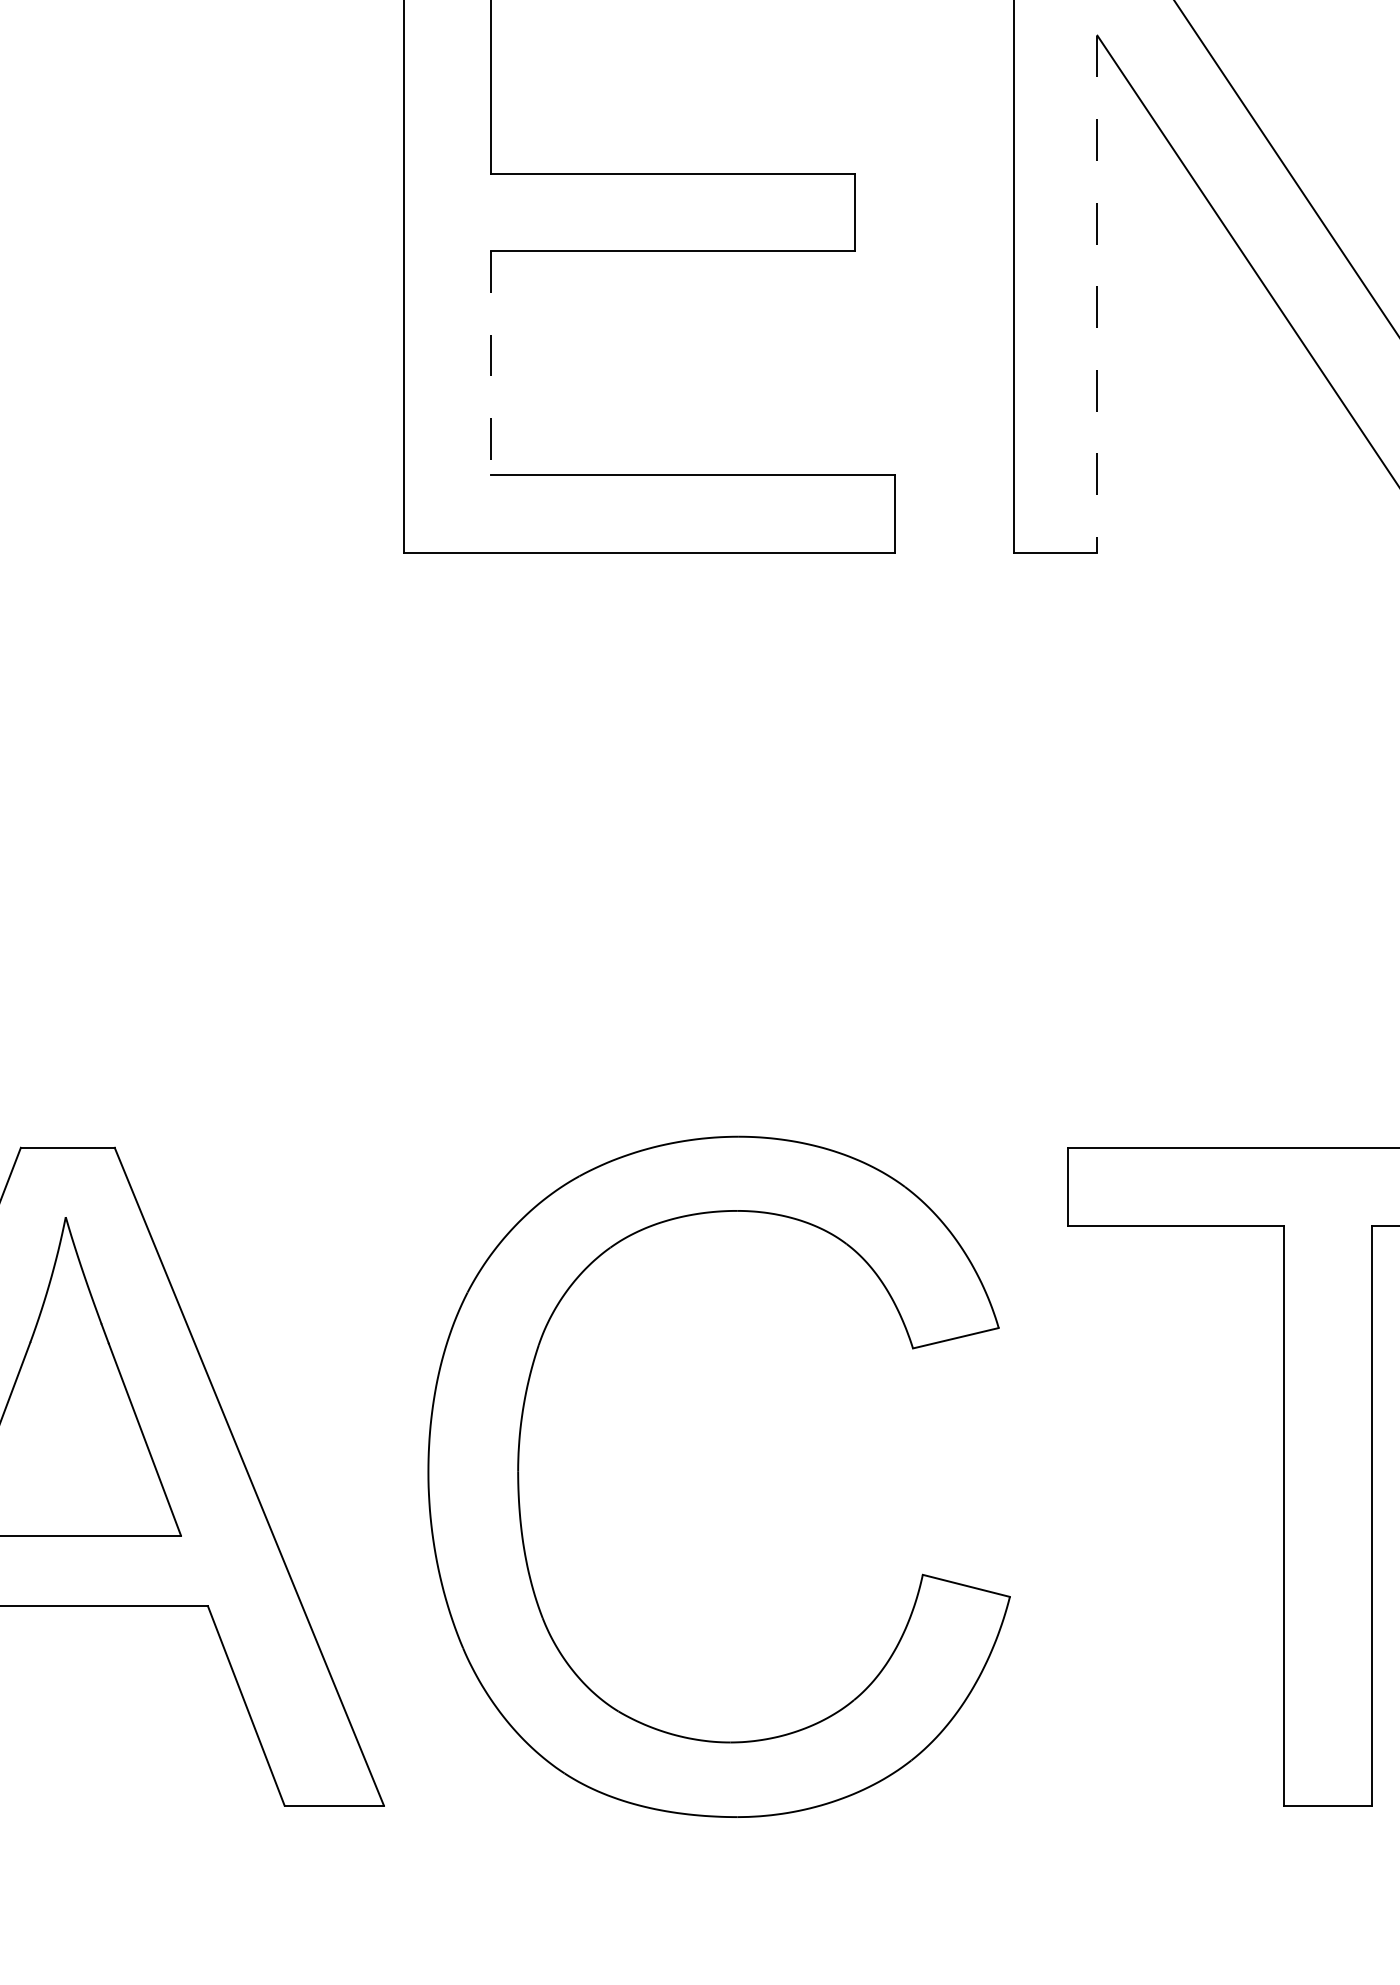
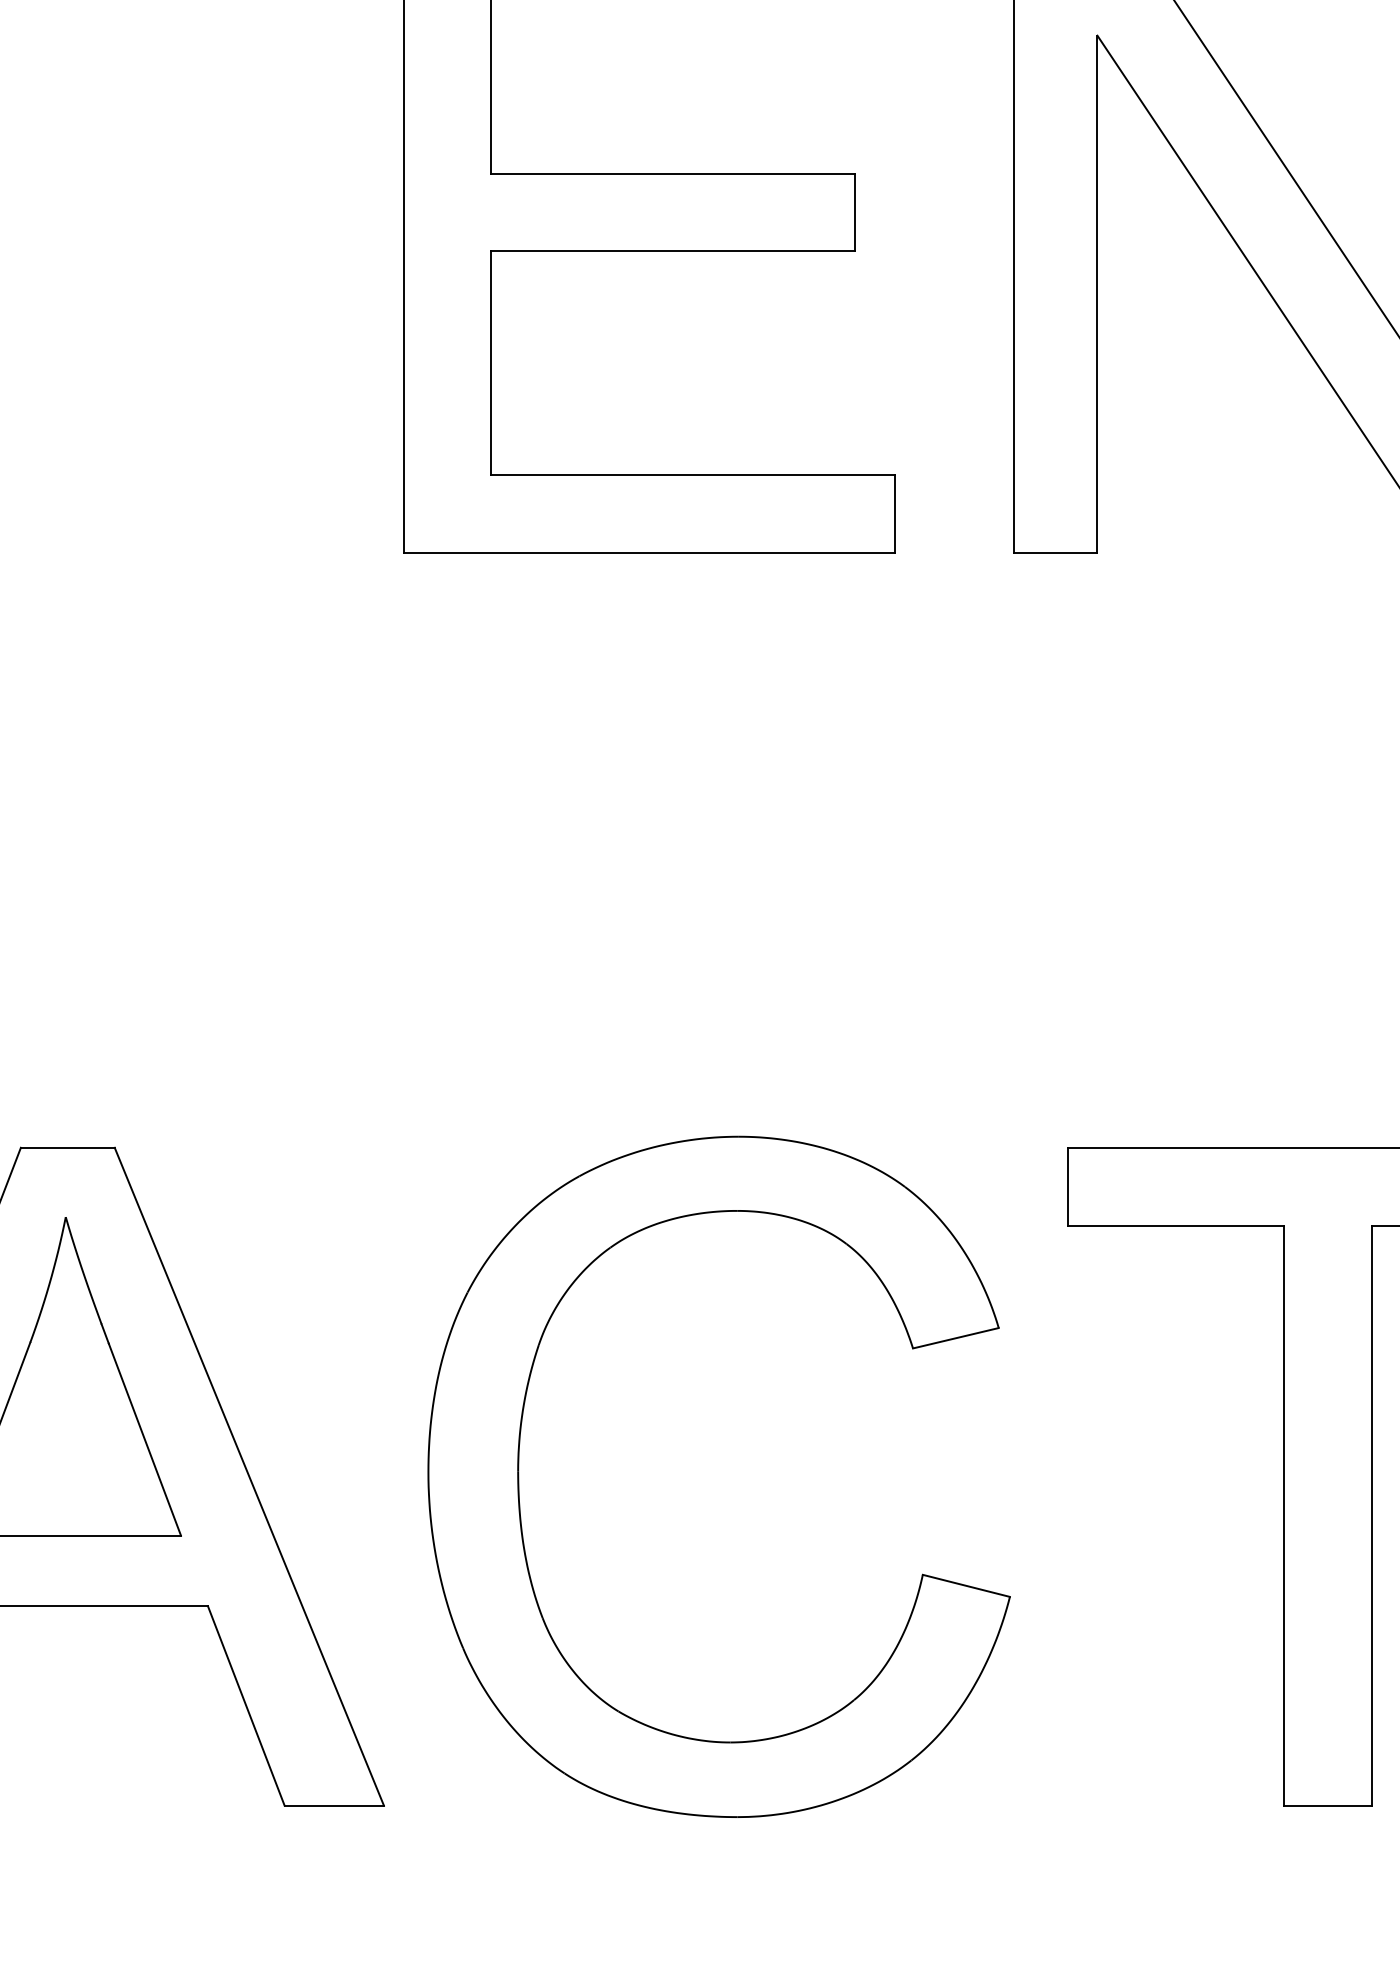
line at (1097, 294): dashed -> solid
line at (490, 363): dashed -> solid
